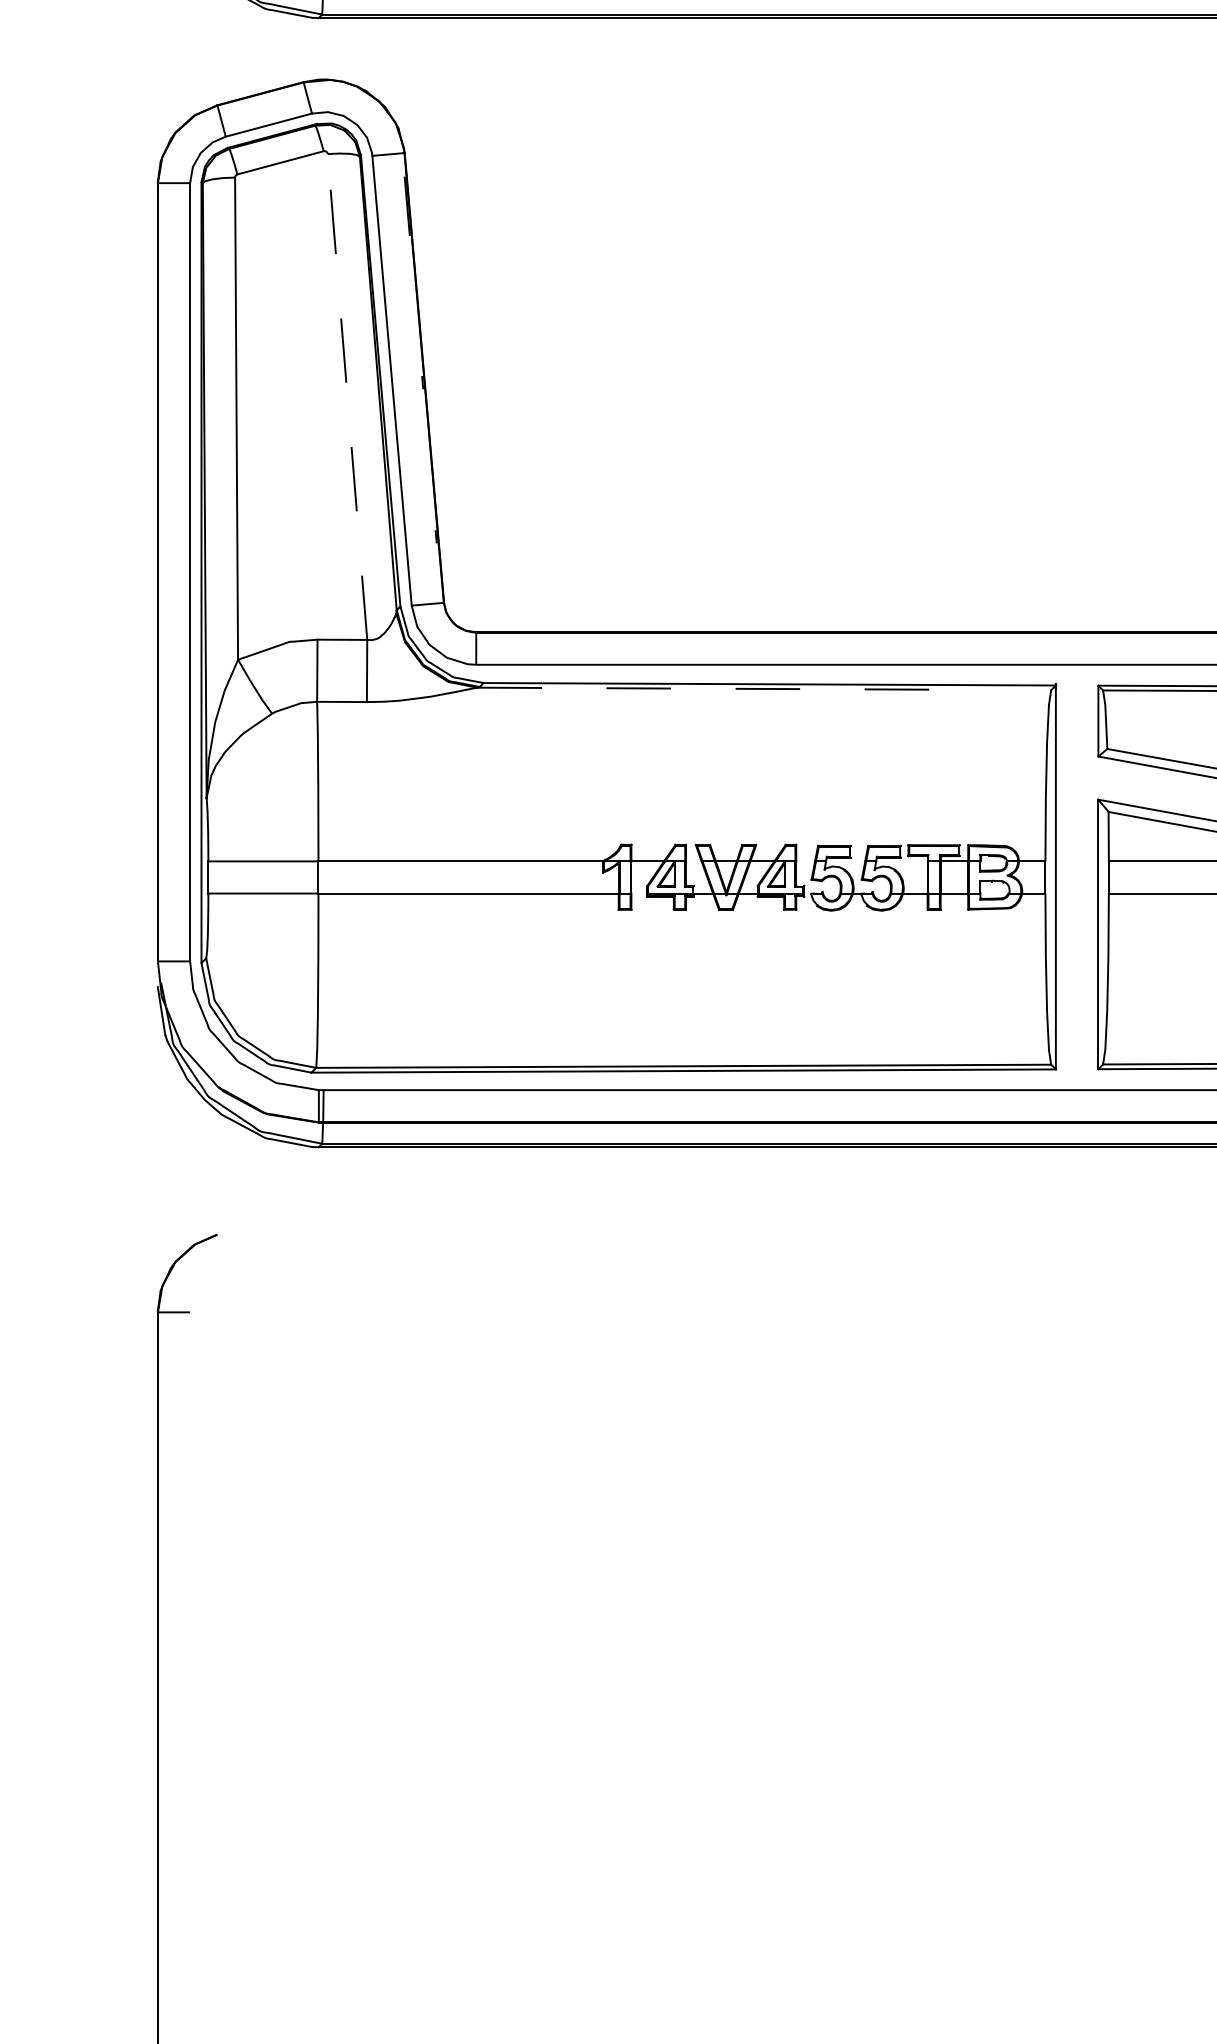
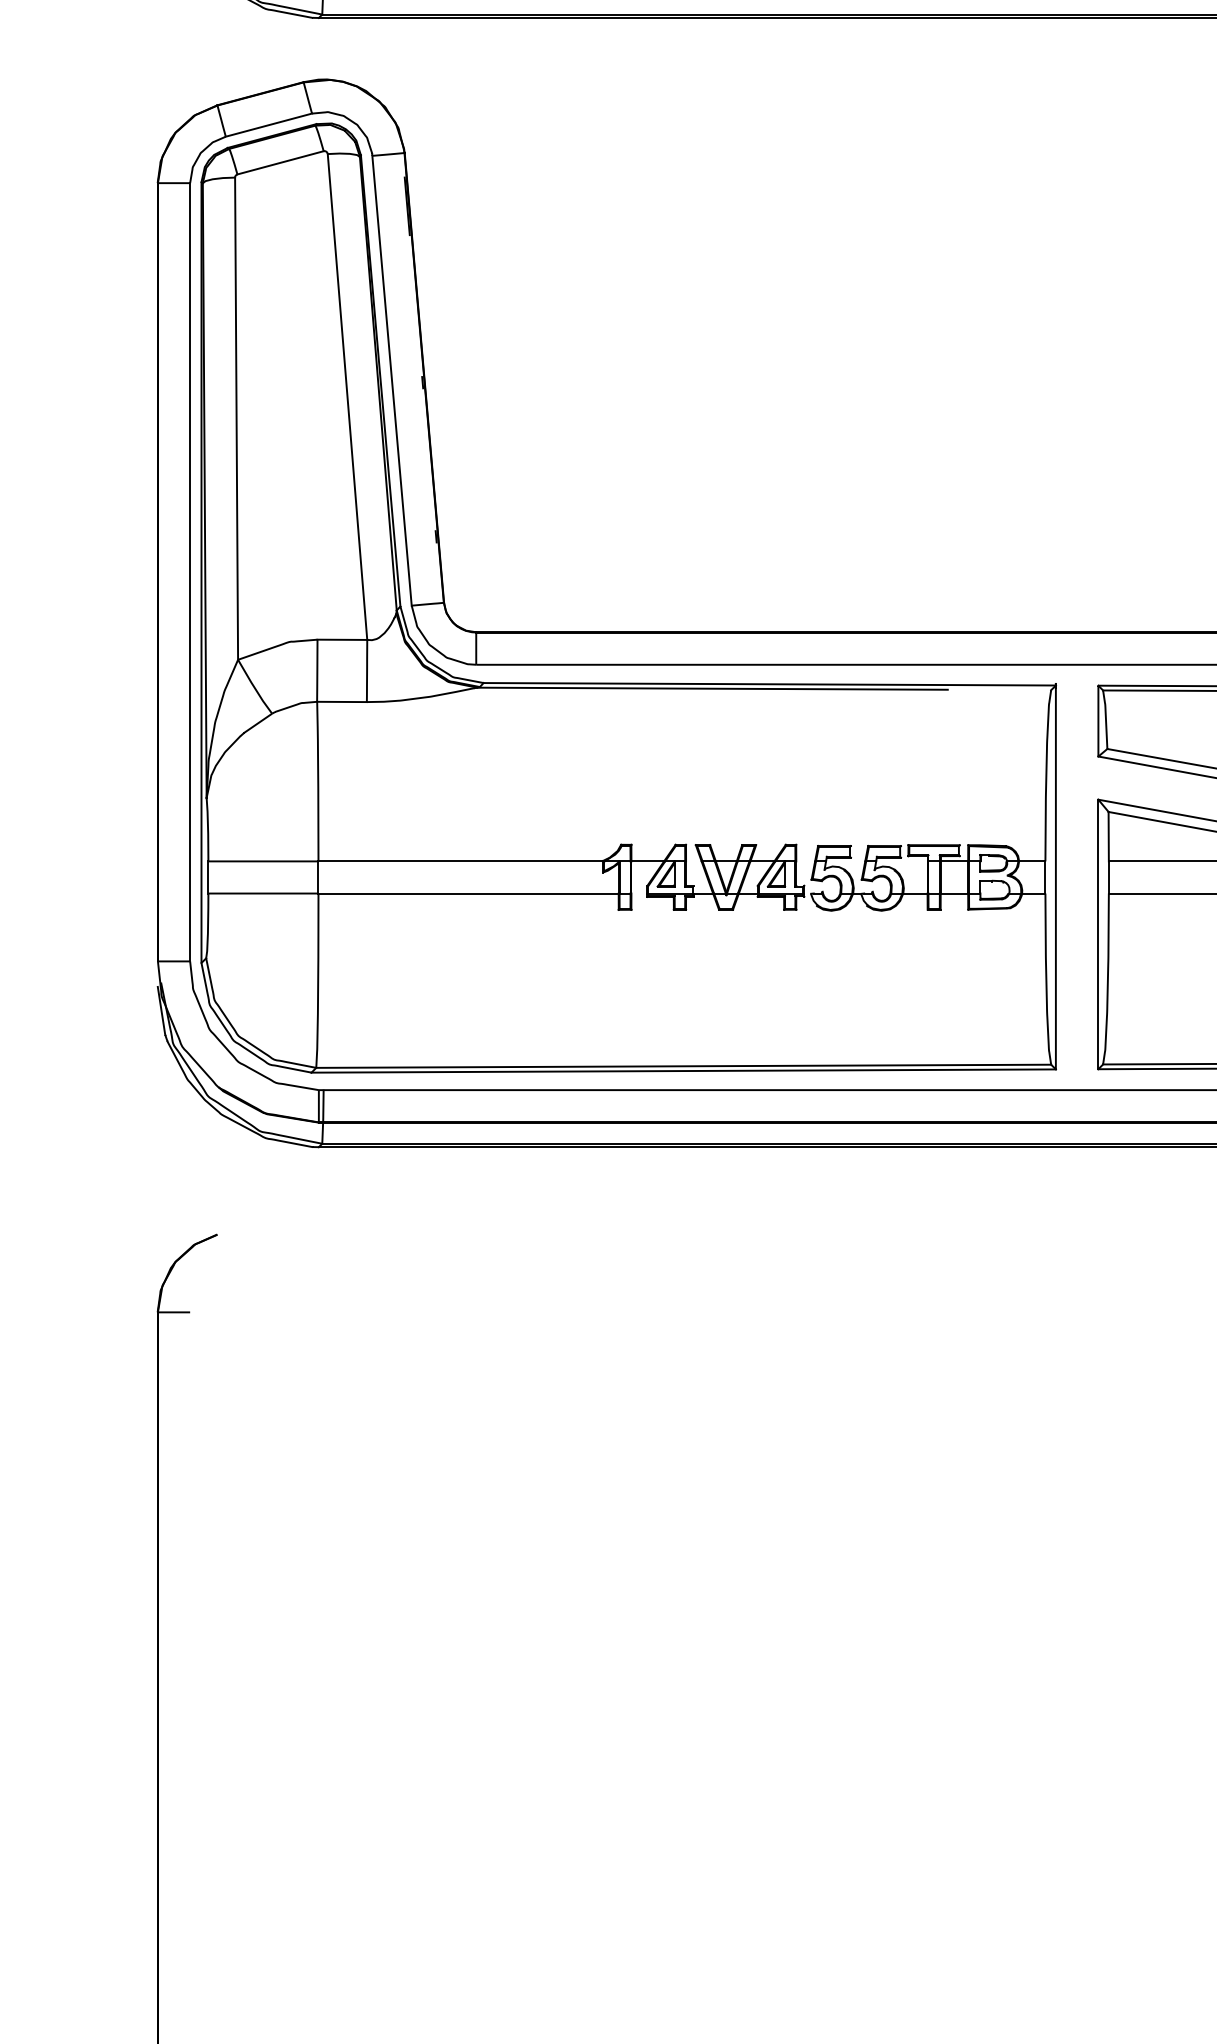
line at (347, 397): dashed -> solid
line at (713, 688): dashed -> solid
